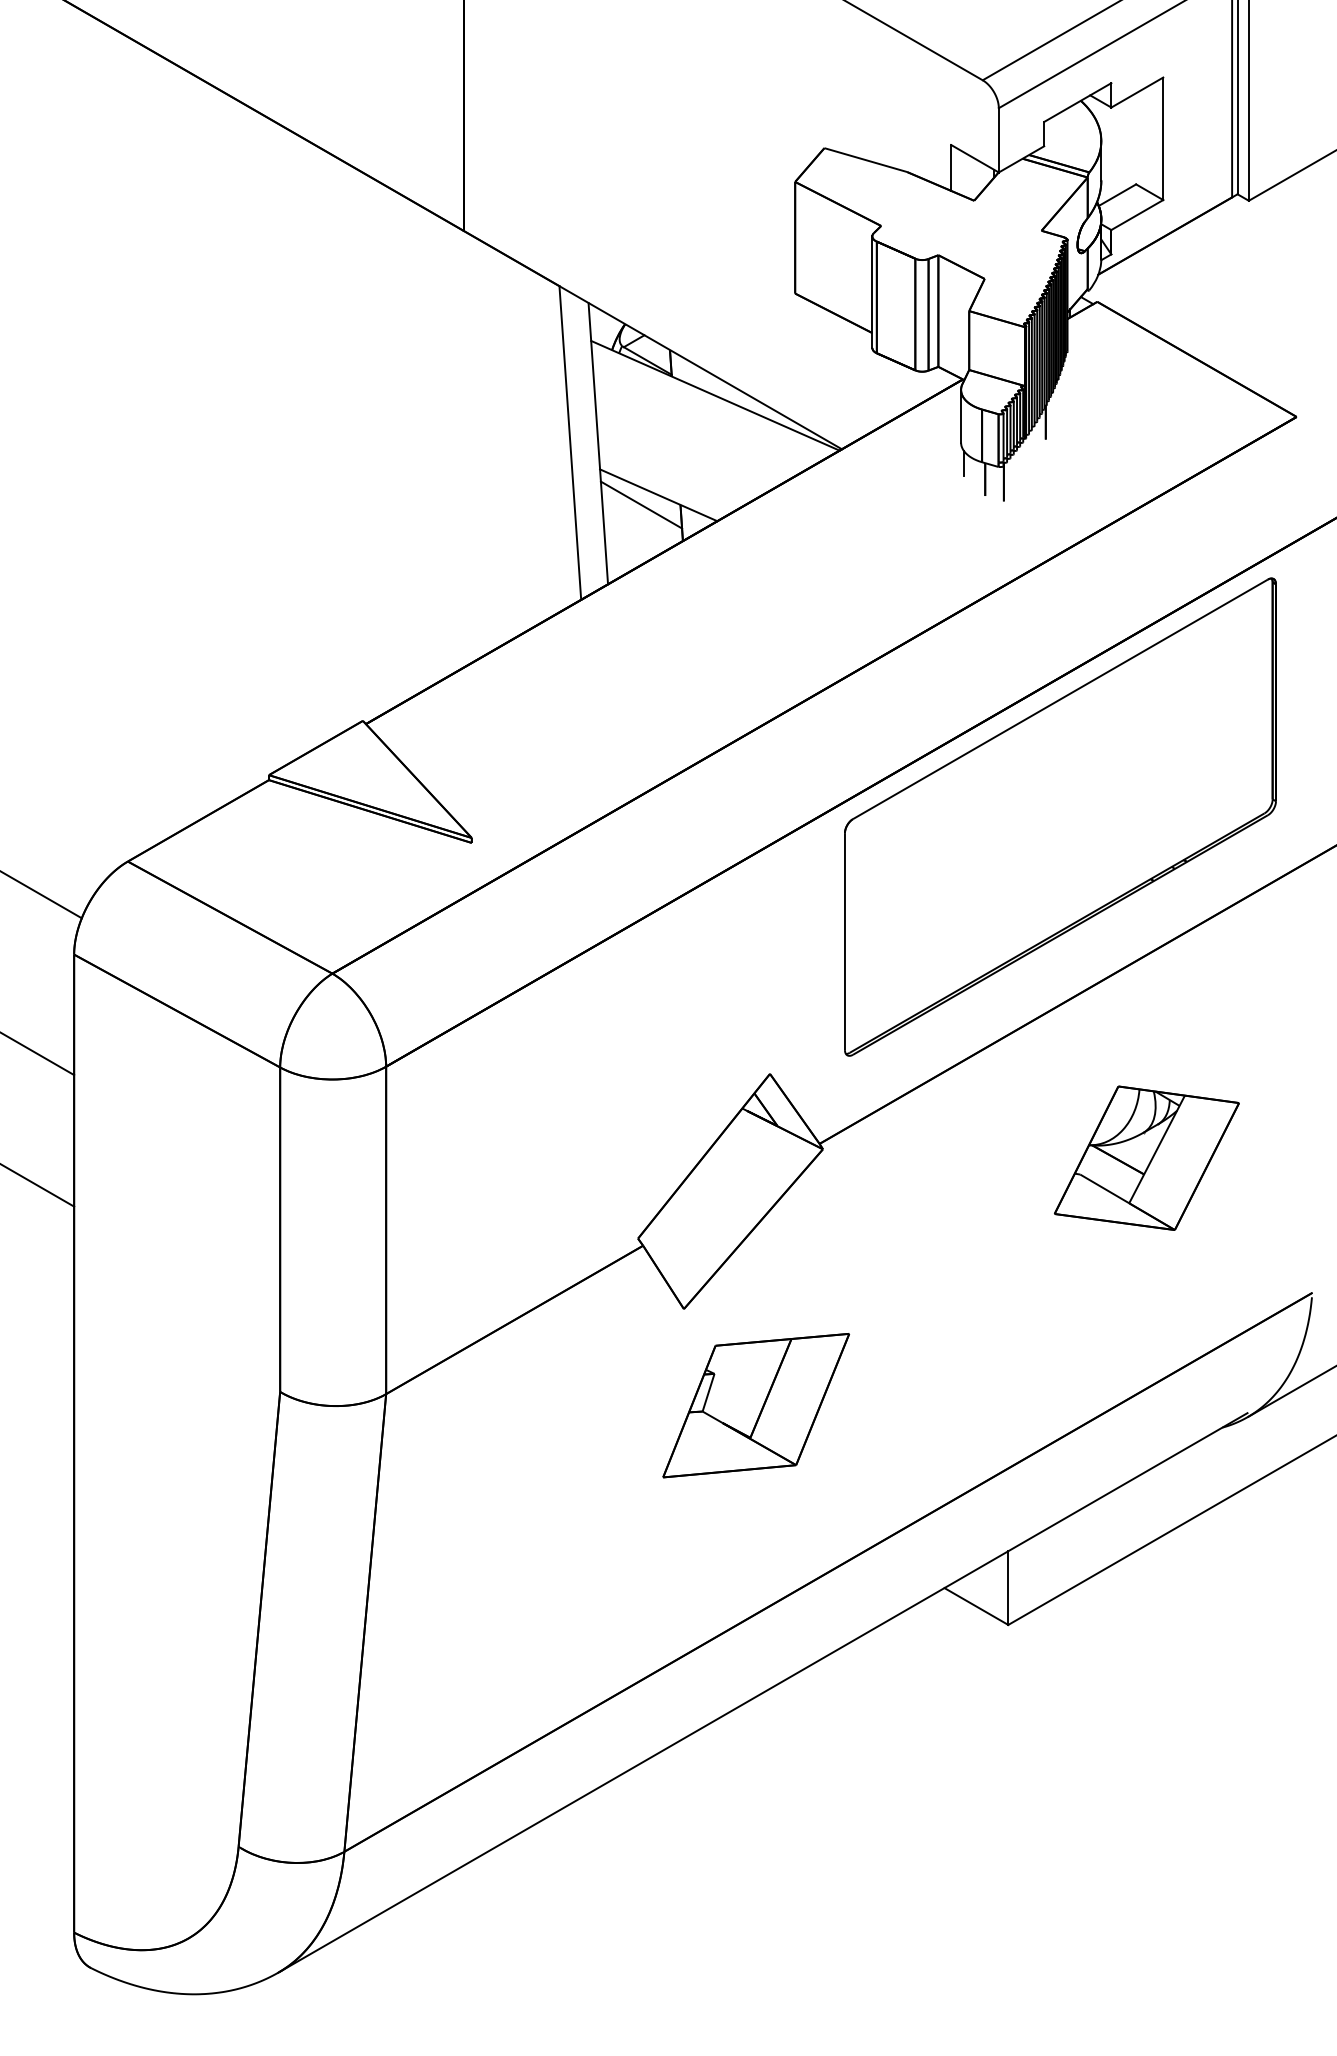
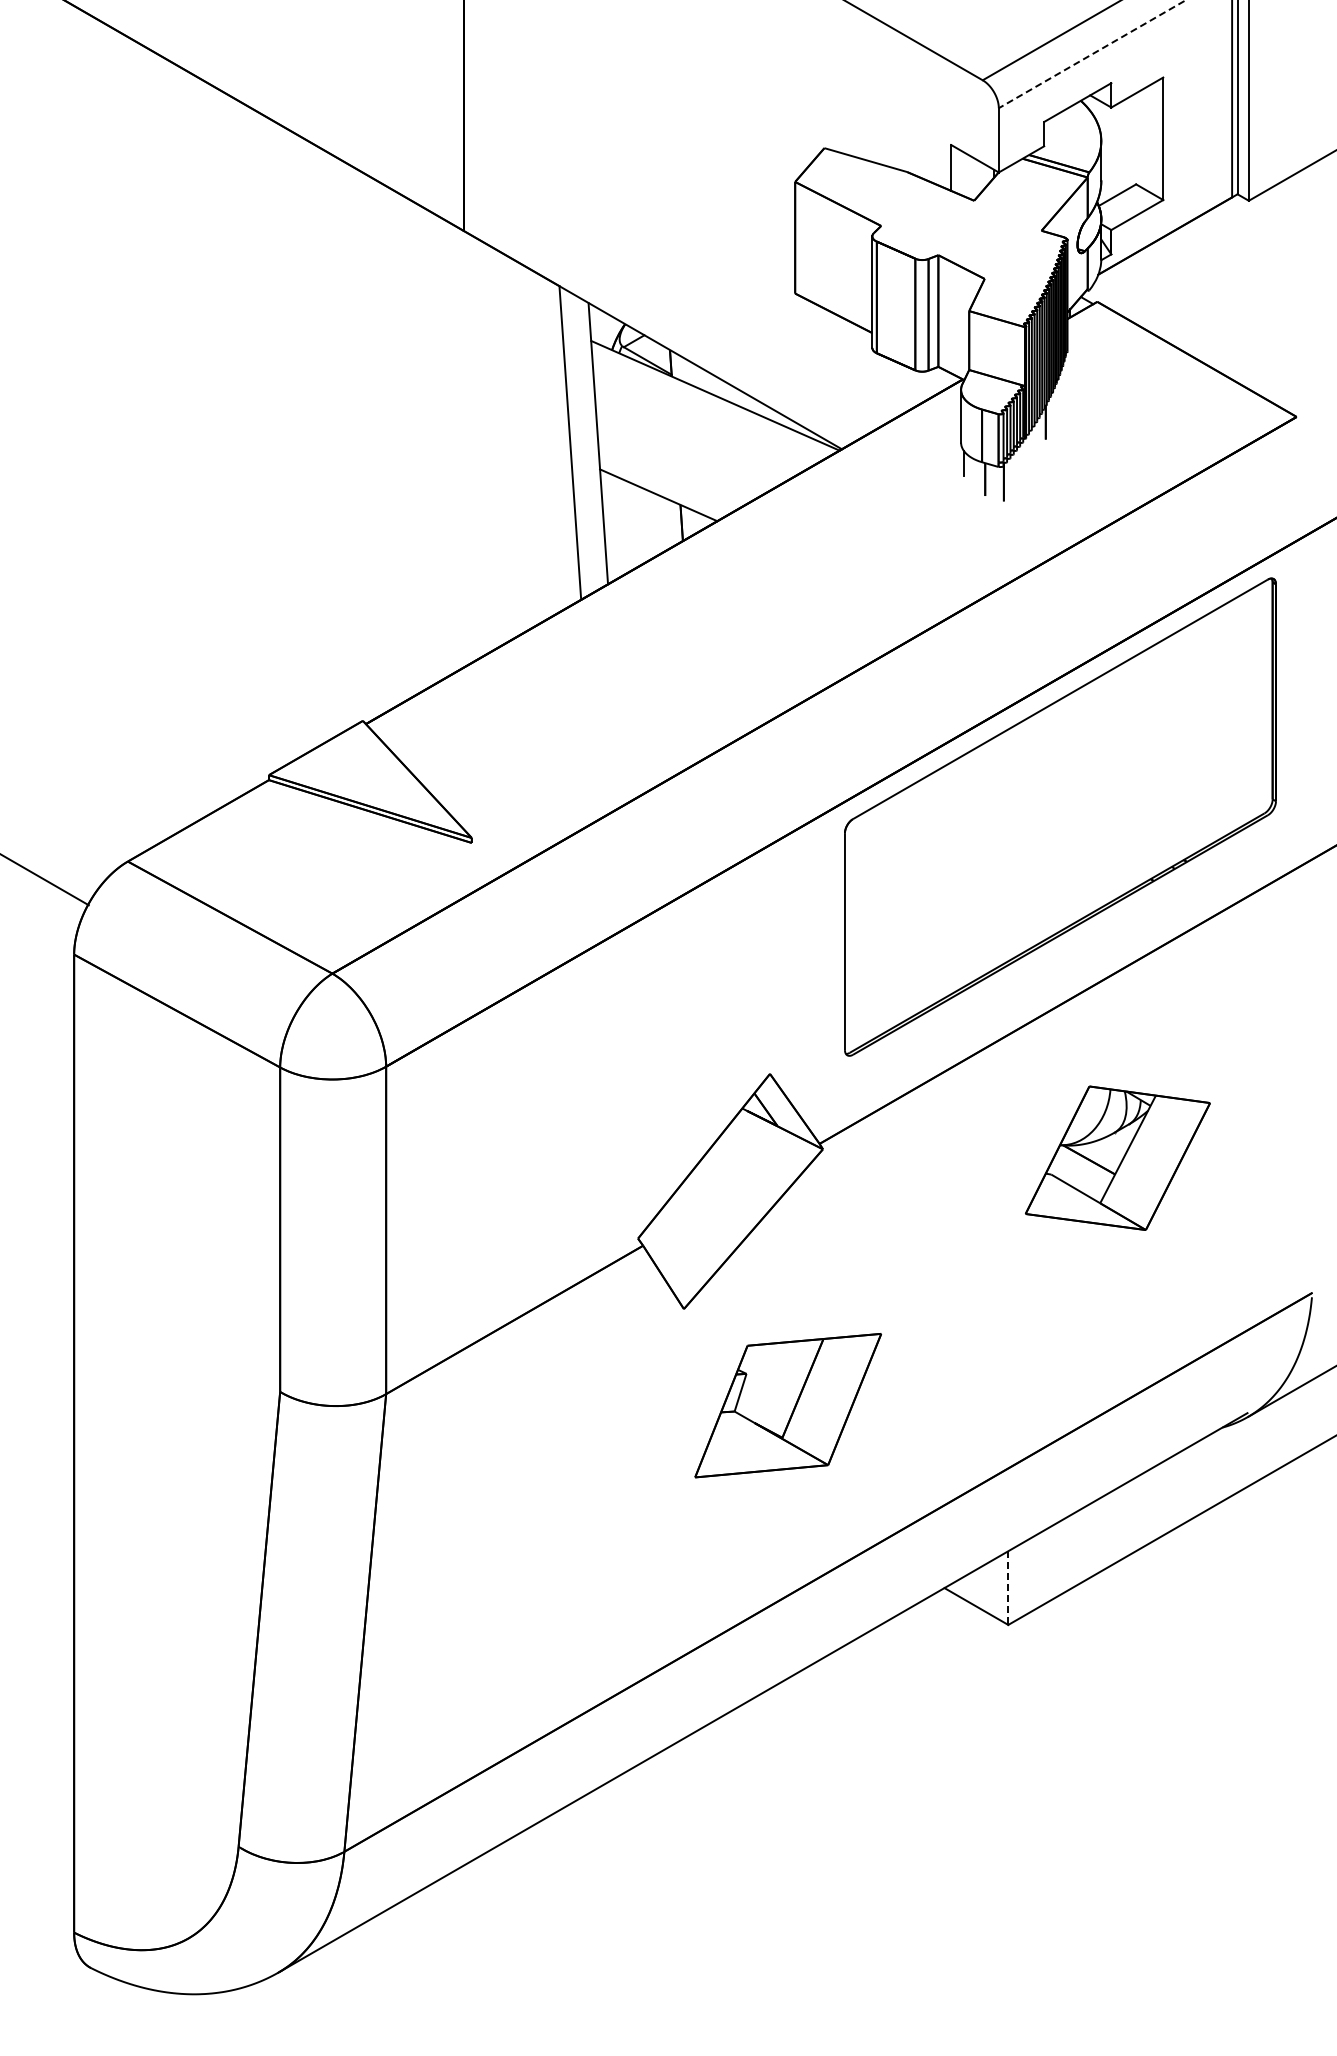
line at (1092, 54): solid -> dashed
line at (641, 504): present -> none
line at (41, 895) position: (41, 895) -> (45, 880)
line at (38, 1054): present -> none
part at (1146, 1157) position: (1146, 1157) -> (1117, 1157)
line at (38, 1185): present -> none
part at (756, 1405) position: (756, 1405) -> (788, 1405)
line at (1008, 1588): solid -> dashed
